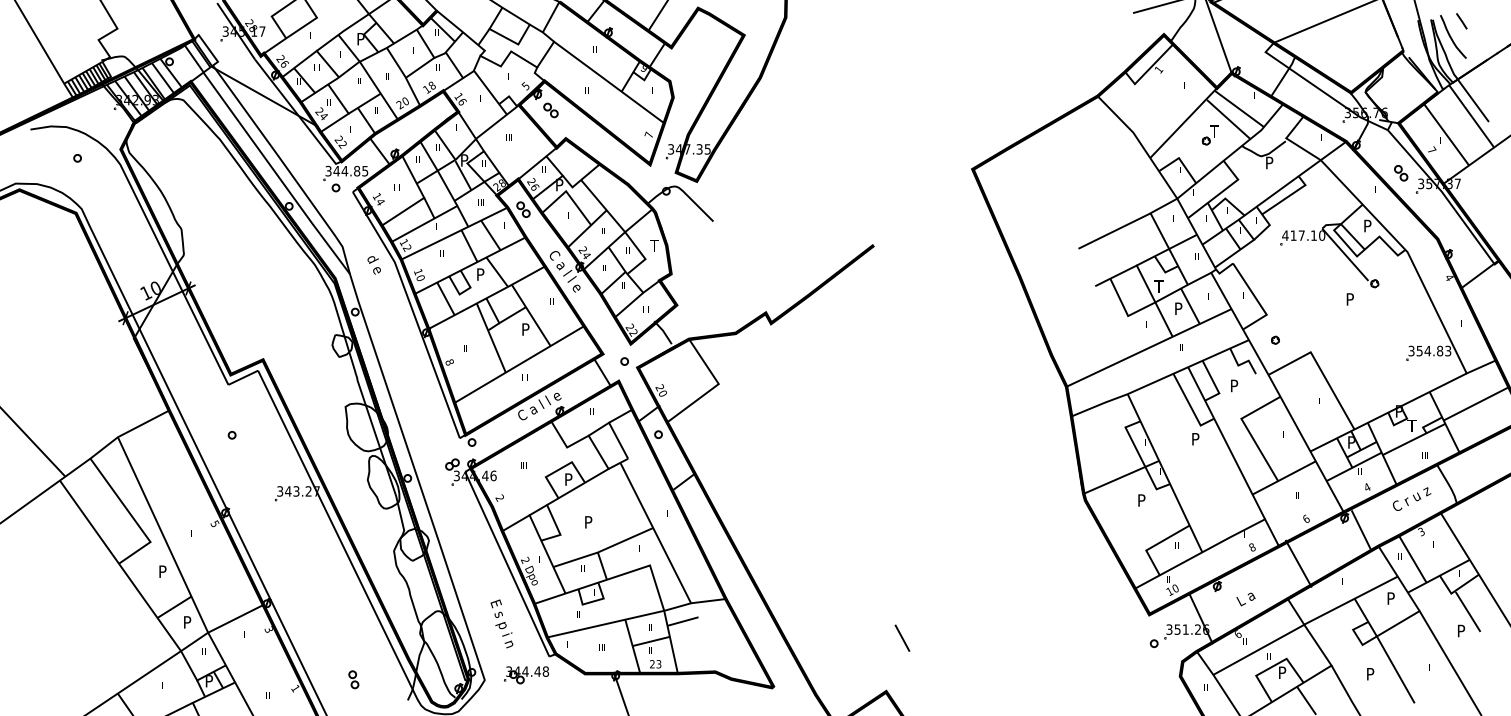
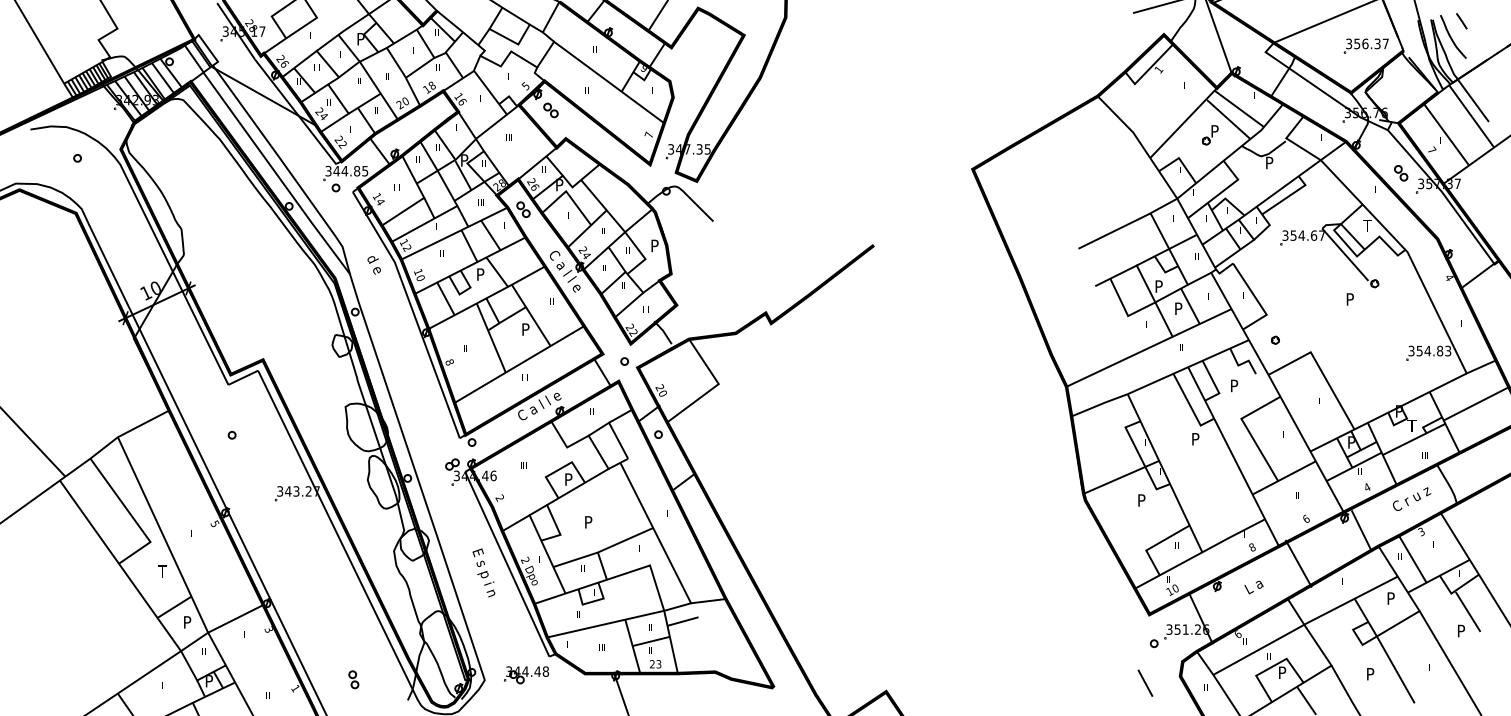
part at (1365, 45): none -> present
text at (1214, 131): T -> P
text at (1367, 225): P -> T
text at (1303, 235): 417.10 -> 354.67
text at (654, 245): T -> P
text at (1158, 286): T -> P
text at (162, 571): P -> T
text at (1245, 599) position: (1245, 599) -> (1253, 587)
text at (501, 623) position: (501, 623) -> (483, 572)
line at (902, 637) position: (902, 637) -> (1145, 682)
